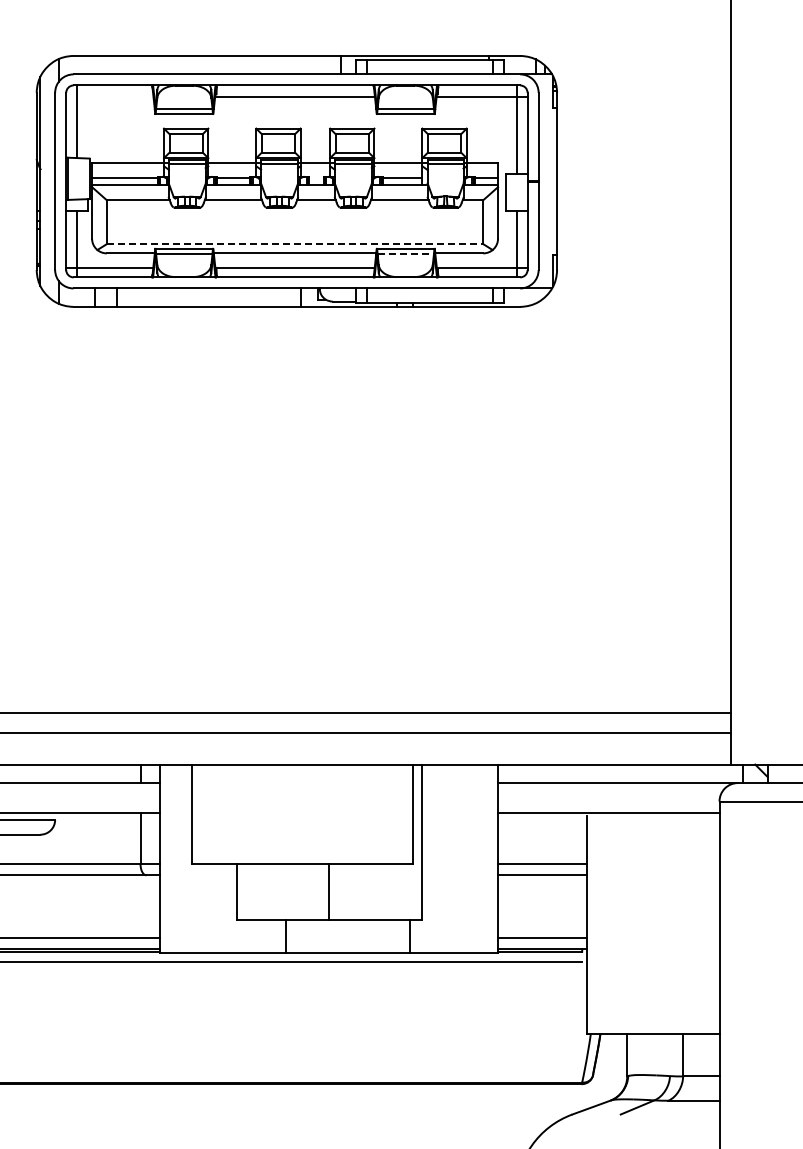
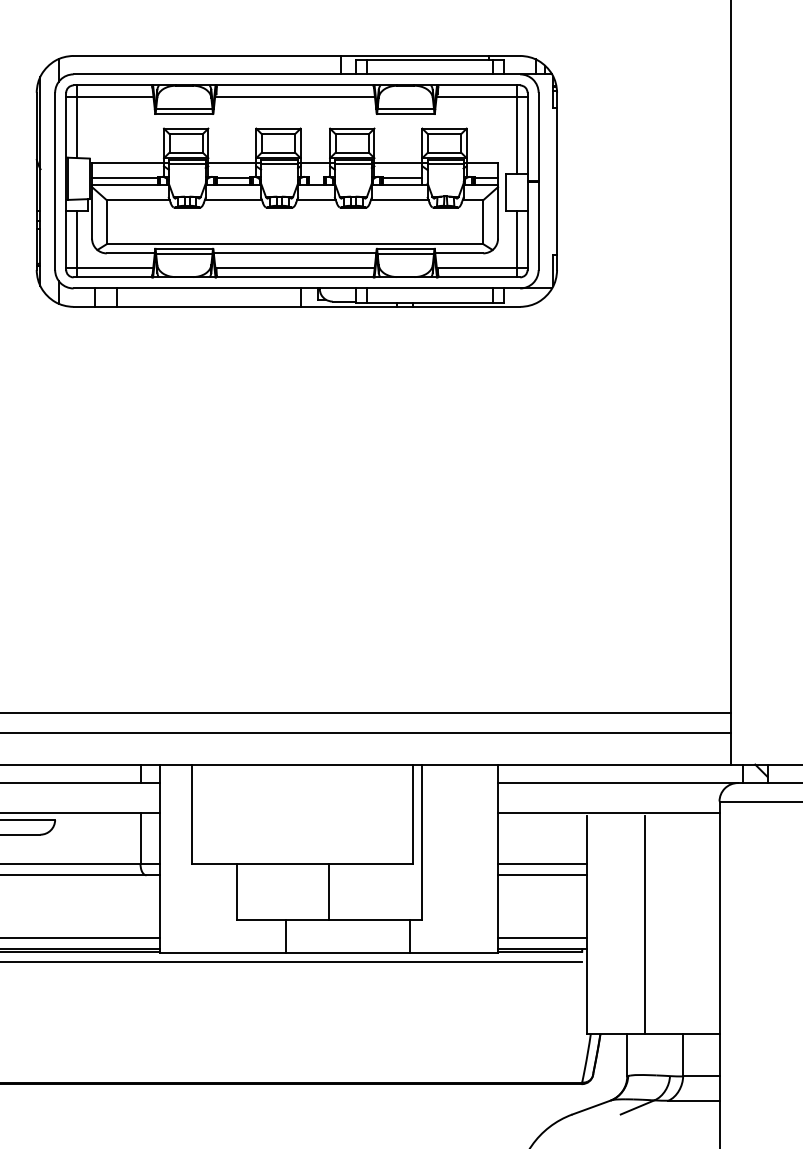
line at (109, 96): none -> present
line at (295, 244): dashed -> solid
line at (406, 253): dashed -> solid
line at (644, 925): none -> present
